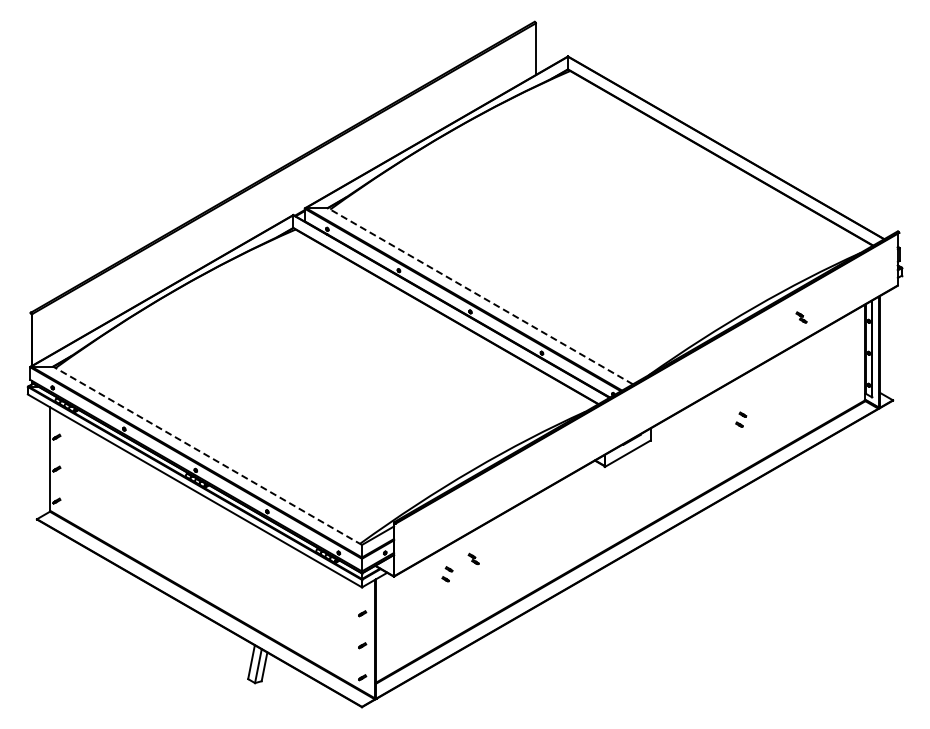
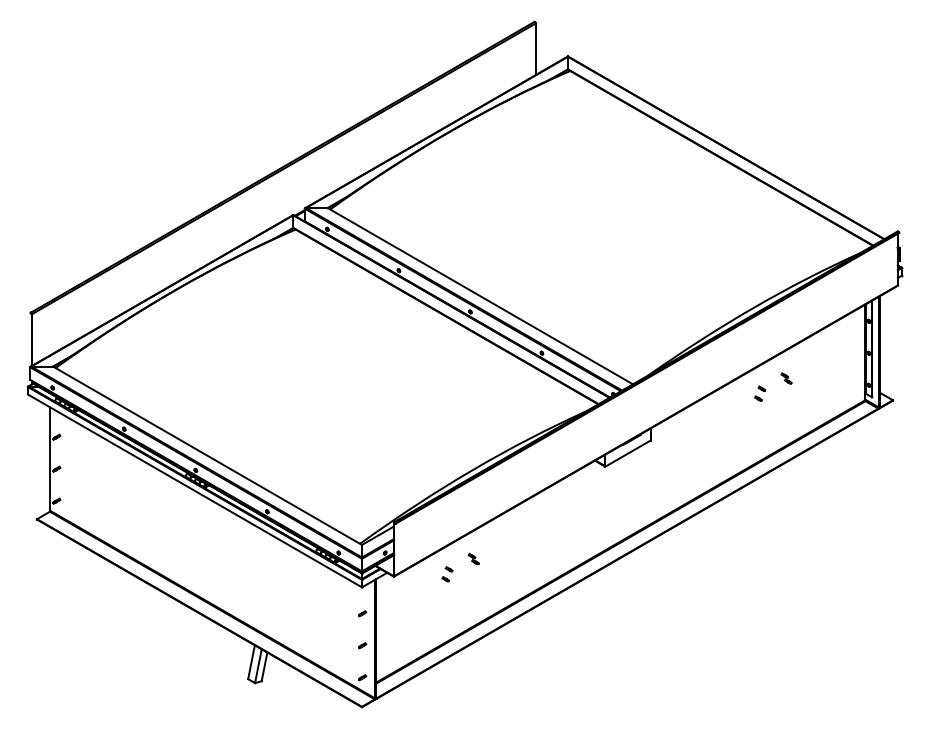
line at (479, 295): dashed -> solid
part at (801, 317) position: (801, 317) -> (786, 378)
part at (741, 419) position: (741, 419) -> (760, 393)
line at (207, 455): dashed -> solid
